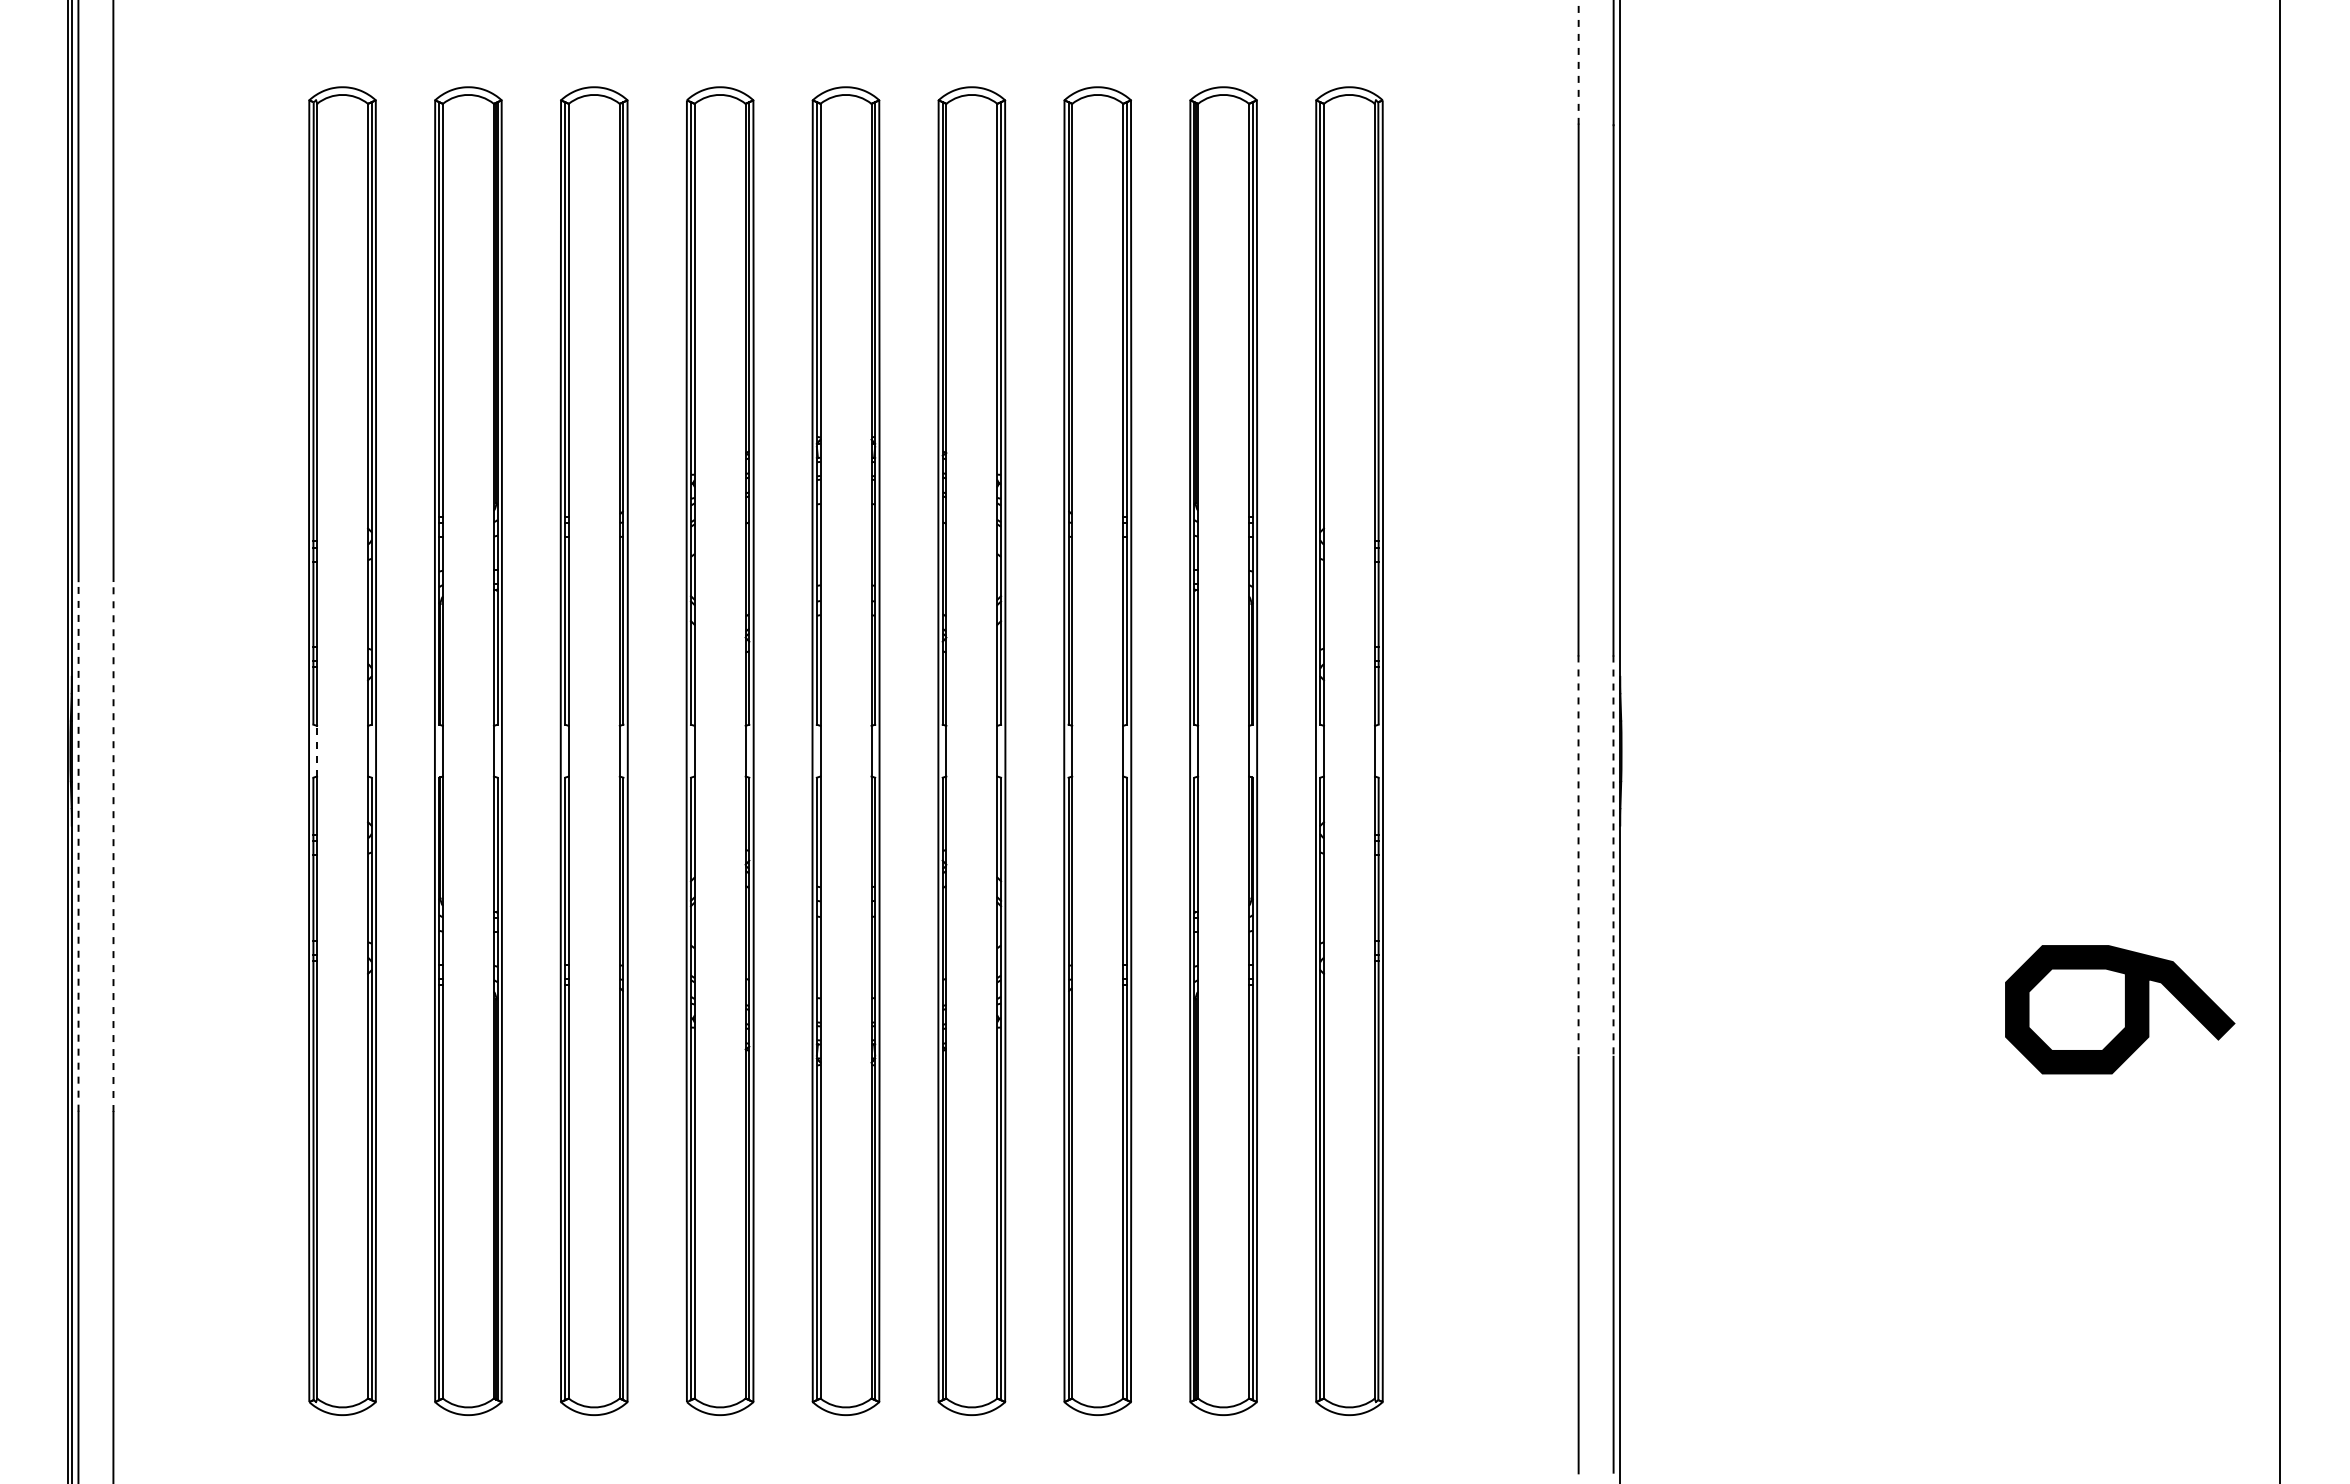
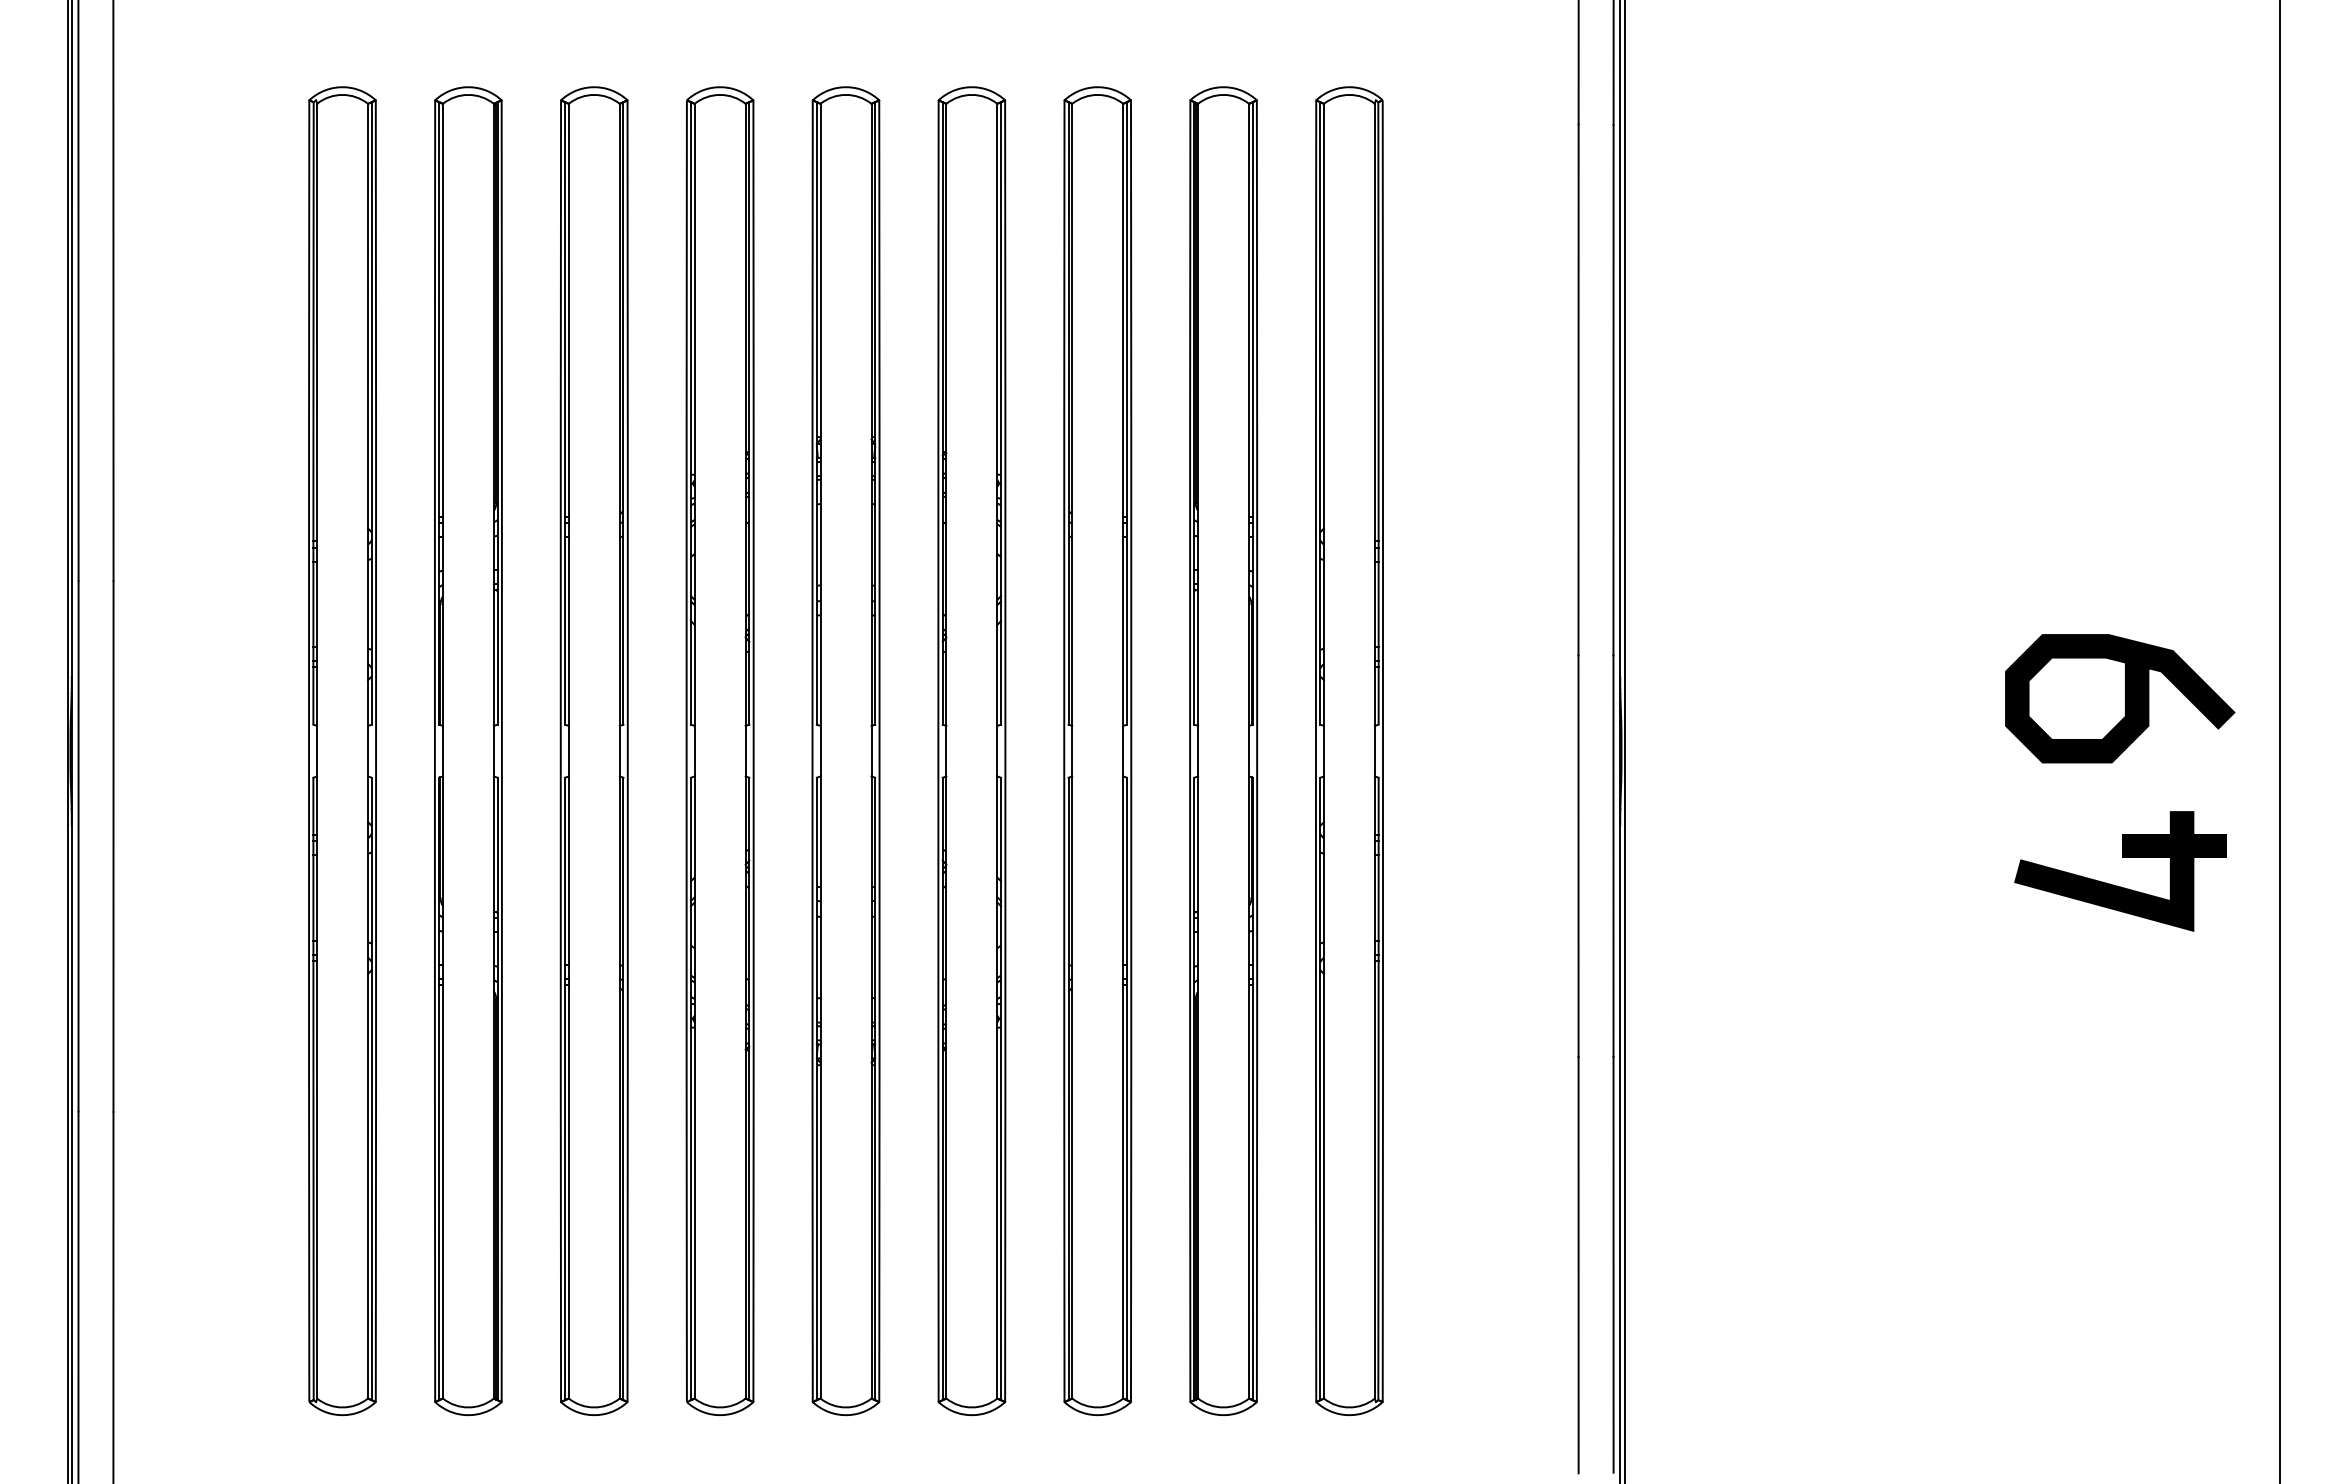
line at (1578, 62): dashed -> solid
line at (1624, 741): none -> present
line at (317, 750): dashed -> solid
line at (78, 845): dashed -> solid
line at (113, 846): dashed -> solid
line at (1578, 856): dashed -> solid
line at (1613, 856): dashed -> solid
part at (2122, 857): none -> present
curve at (2125, 1009) position: (2125, 1009) -> (2125, 698)
